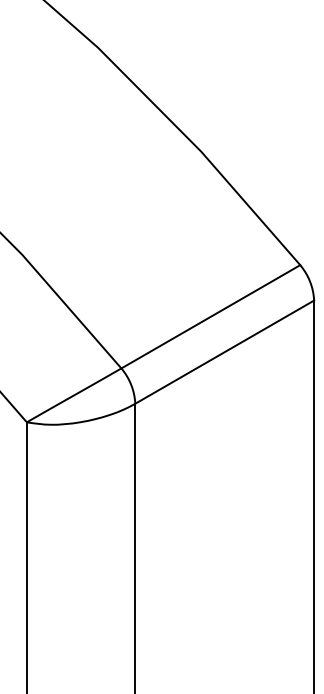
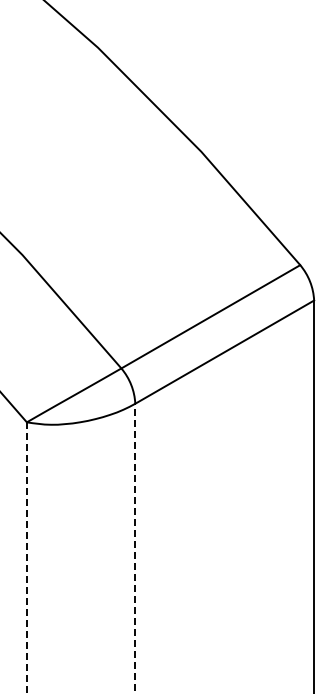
line at (135, 548): solid -> dashed
line at (26, 558): solid -> dashed
